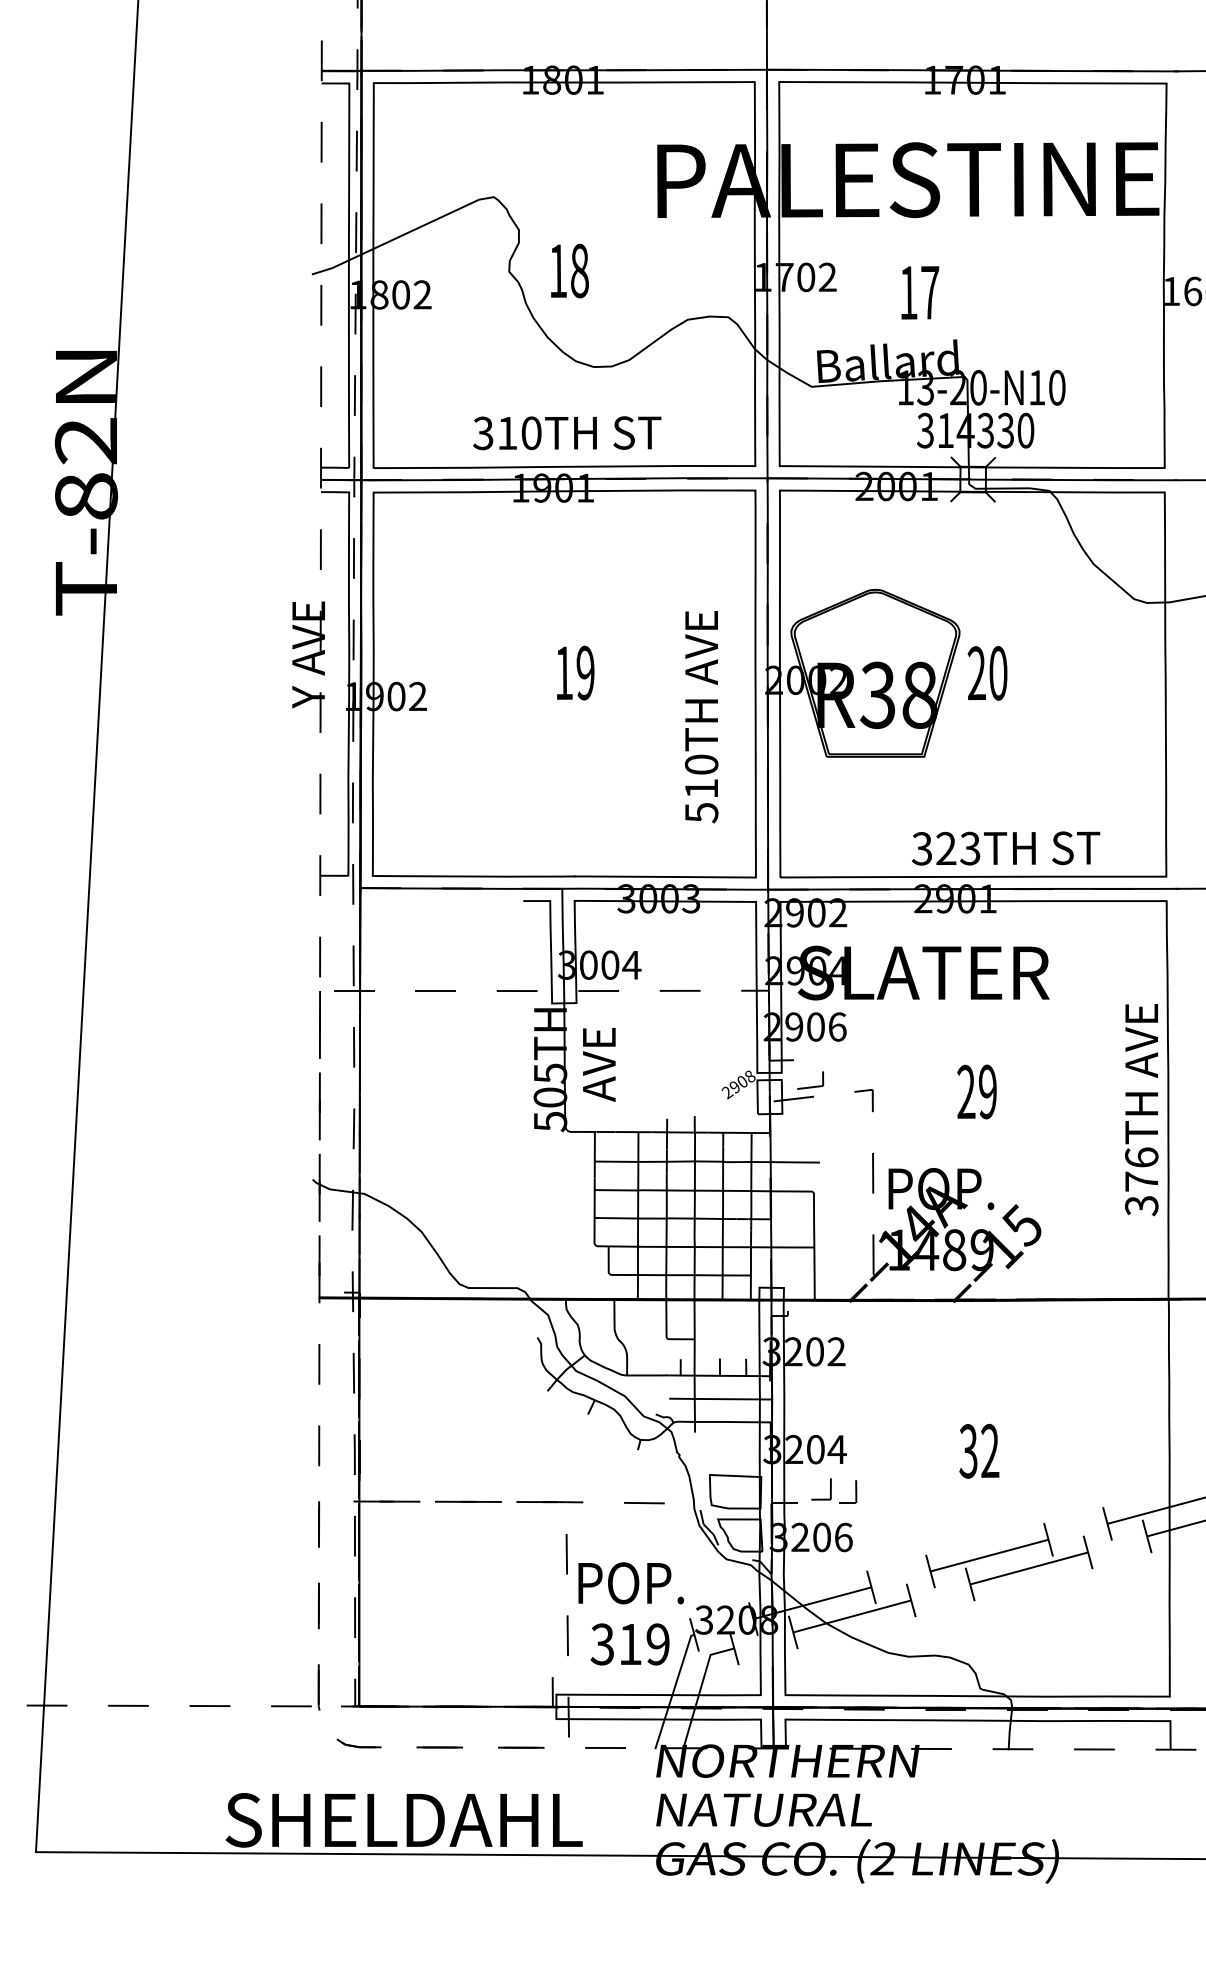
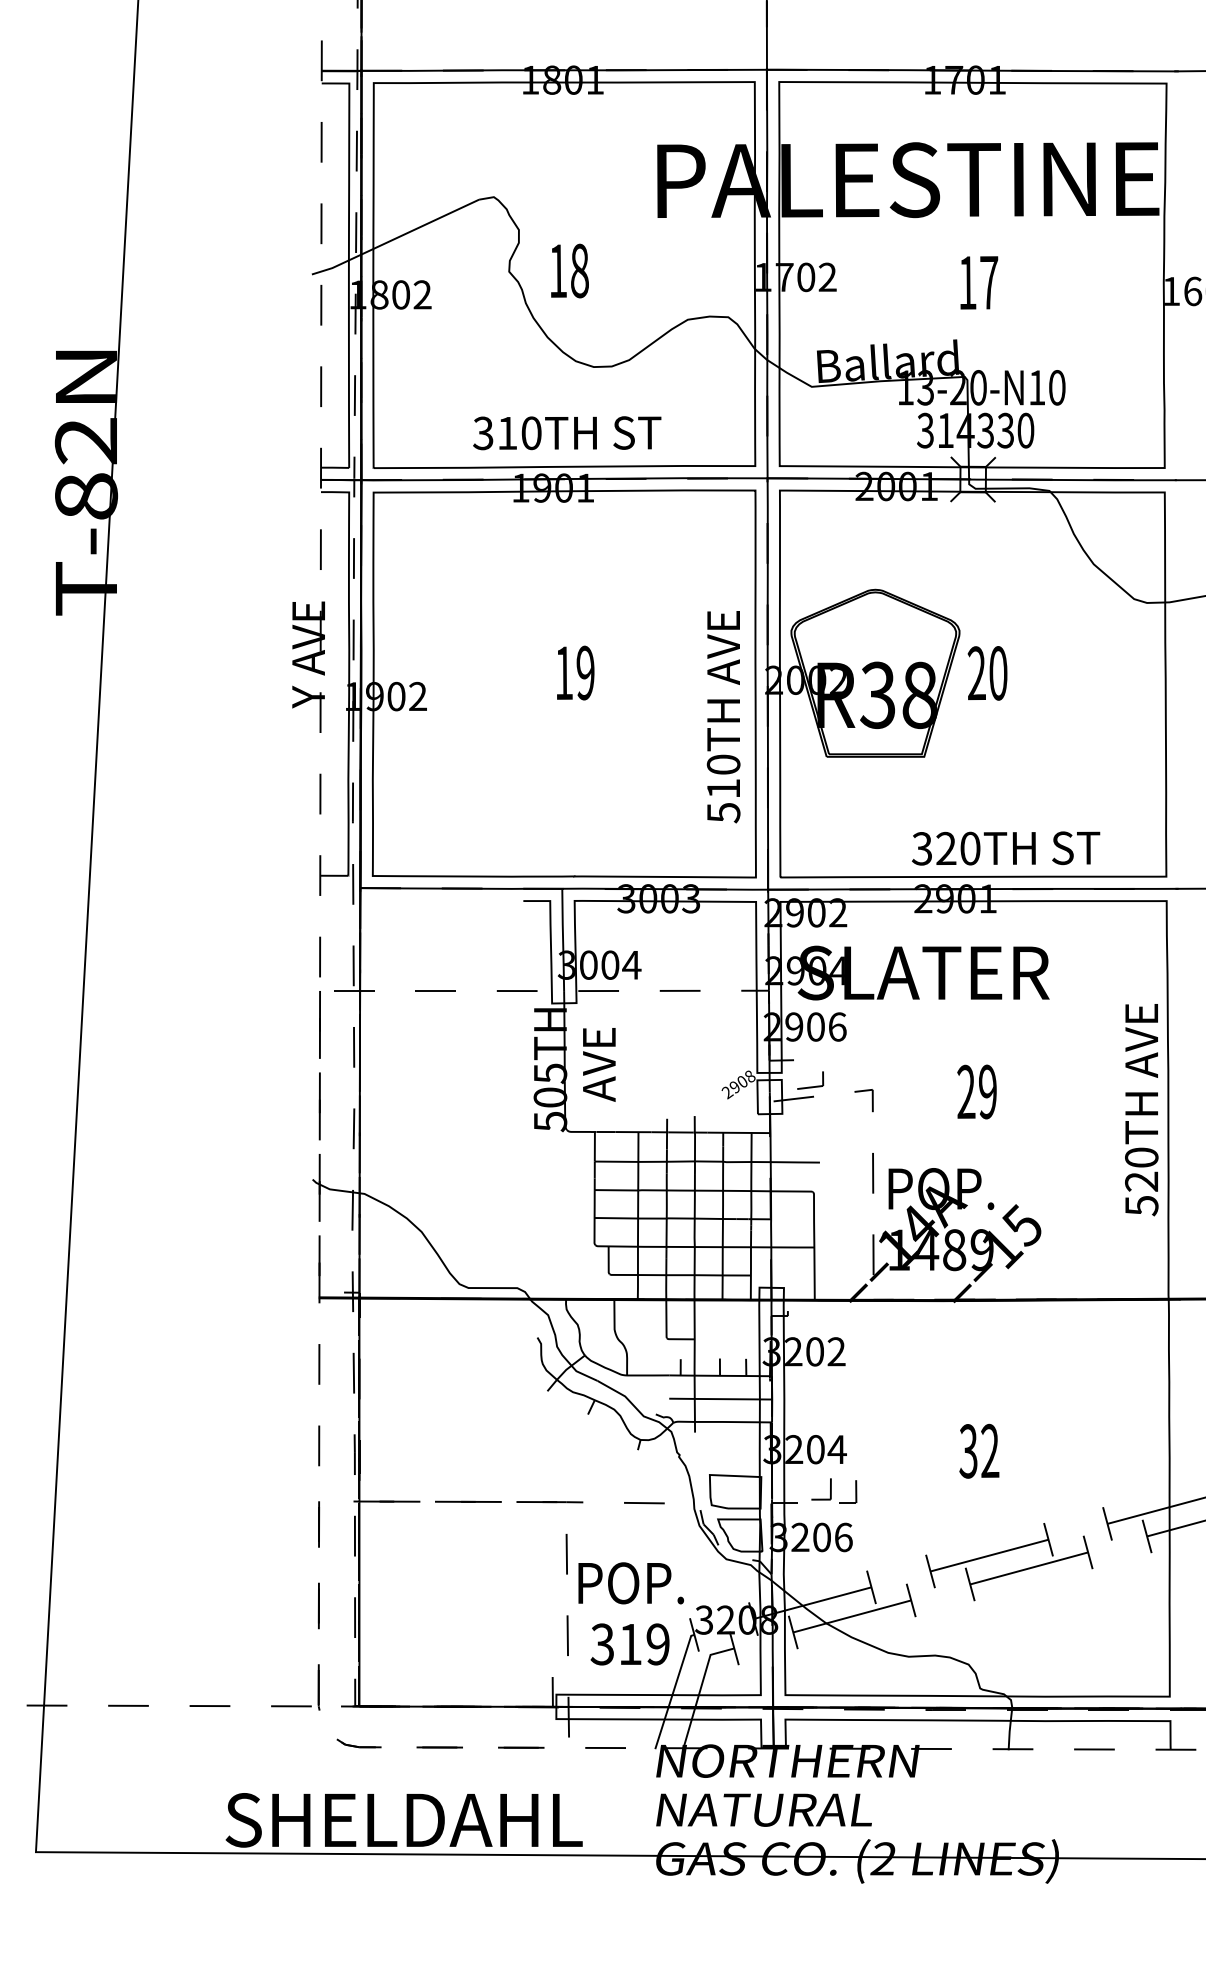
text at (920, 292) position: (920, 292) -> (979, 282)
text at (701, 717) position: (701, 717) -> (723, 717)
text at (970, 848): 323TH -> 320TH
text at (1141, 1181): 376TH -> 520TH
